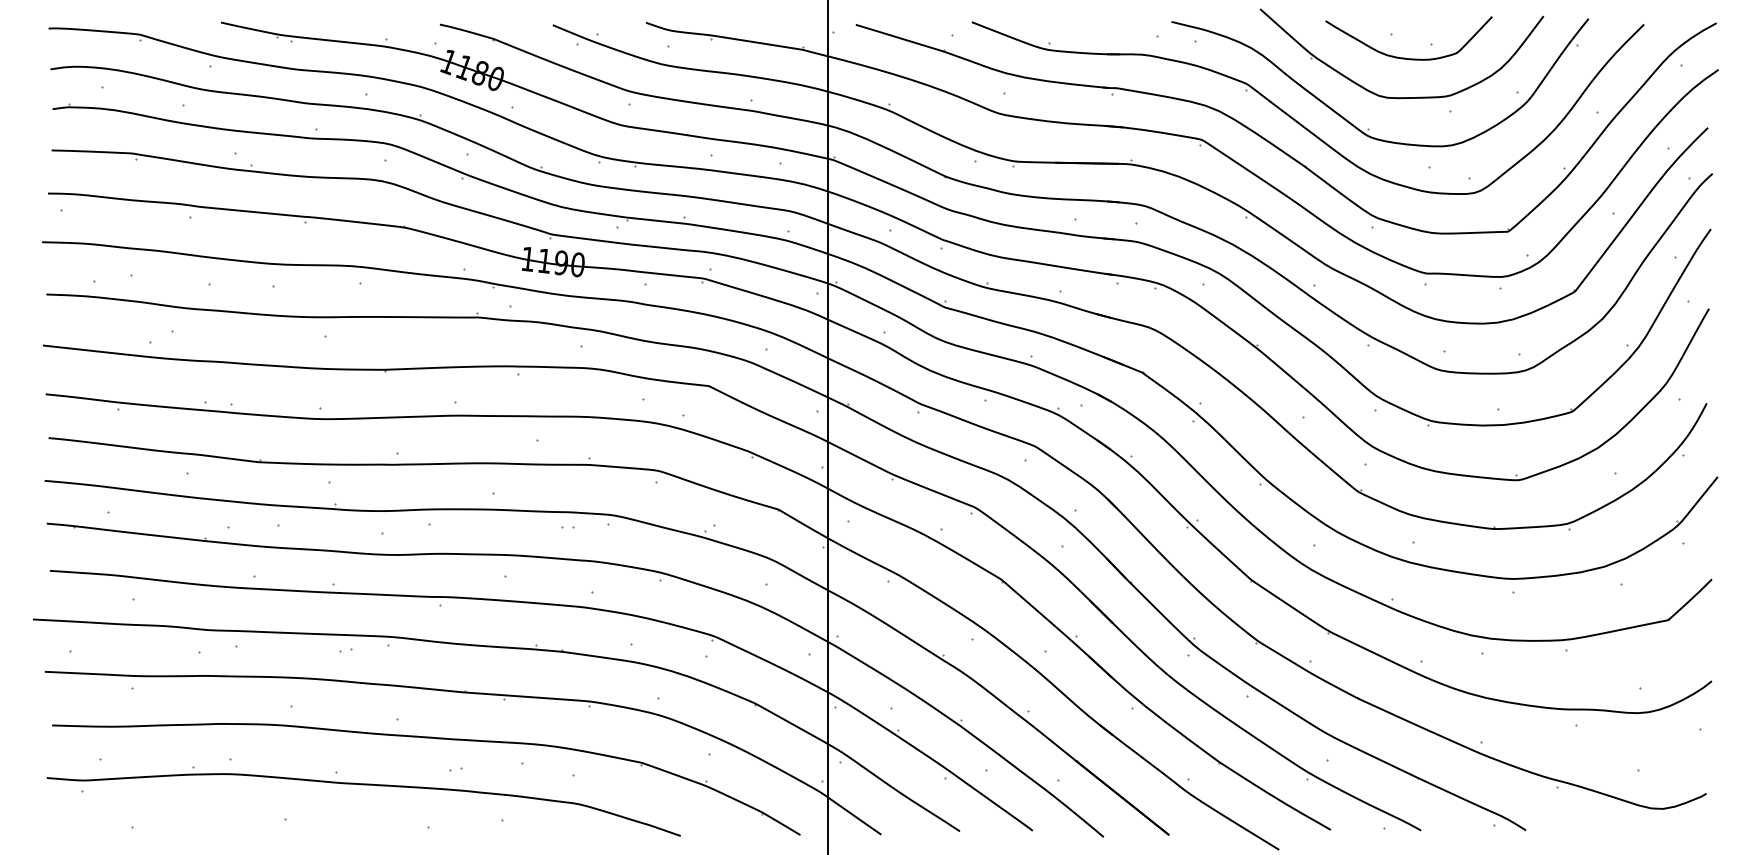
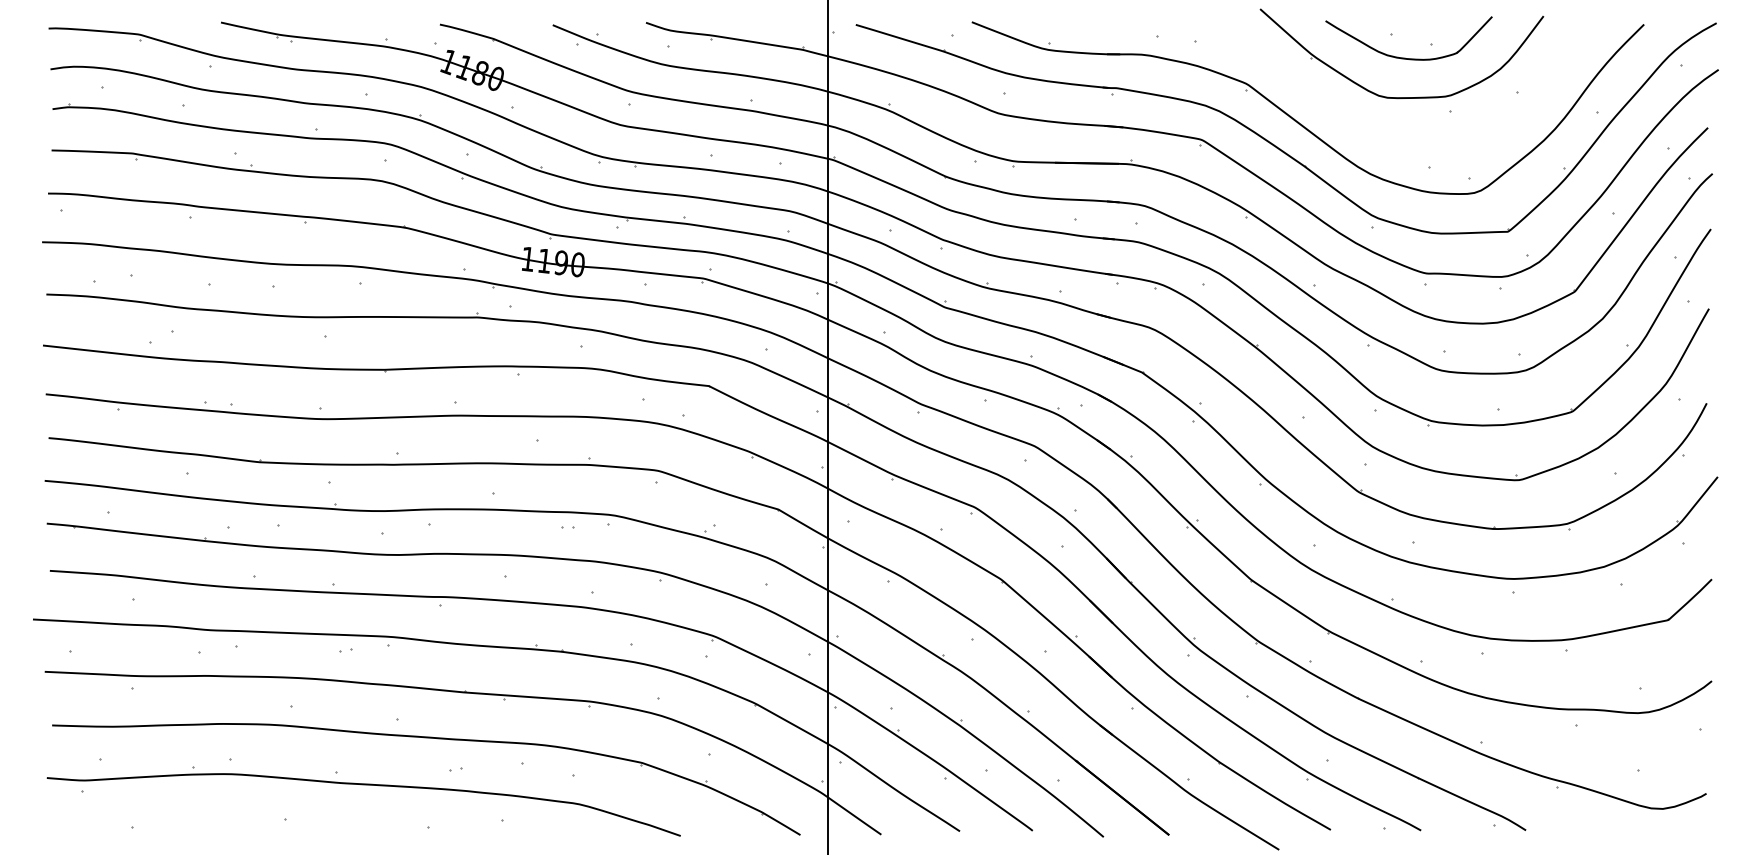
part at (1368, 128): present -> none
